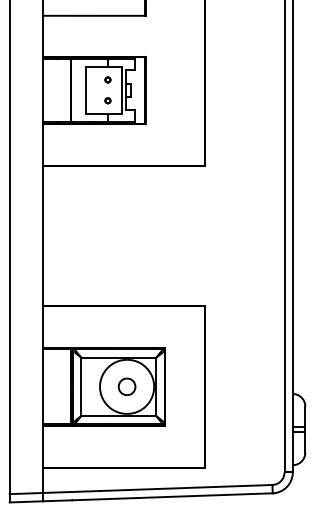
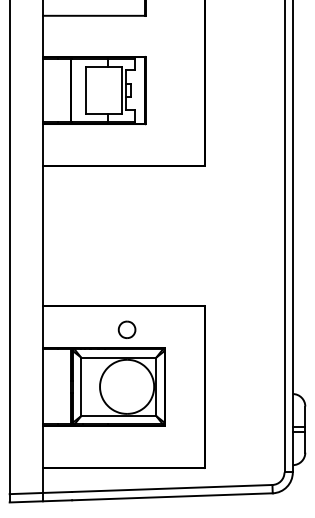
part at (107, 79): present -> none
part at (107, 100): present -> none
part at (126, 386) position: (126, 386) -> (126, 329)
